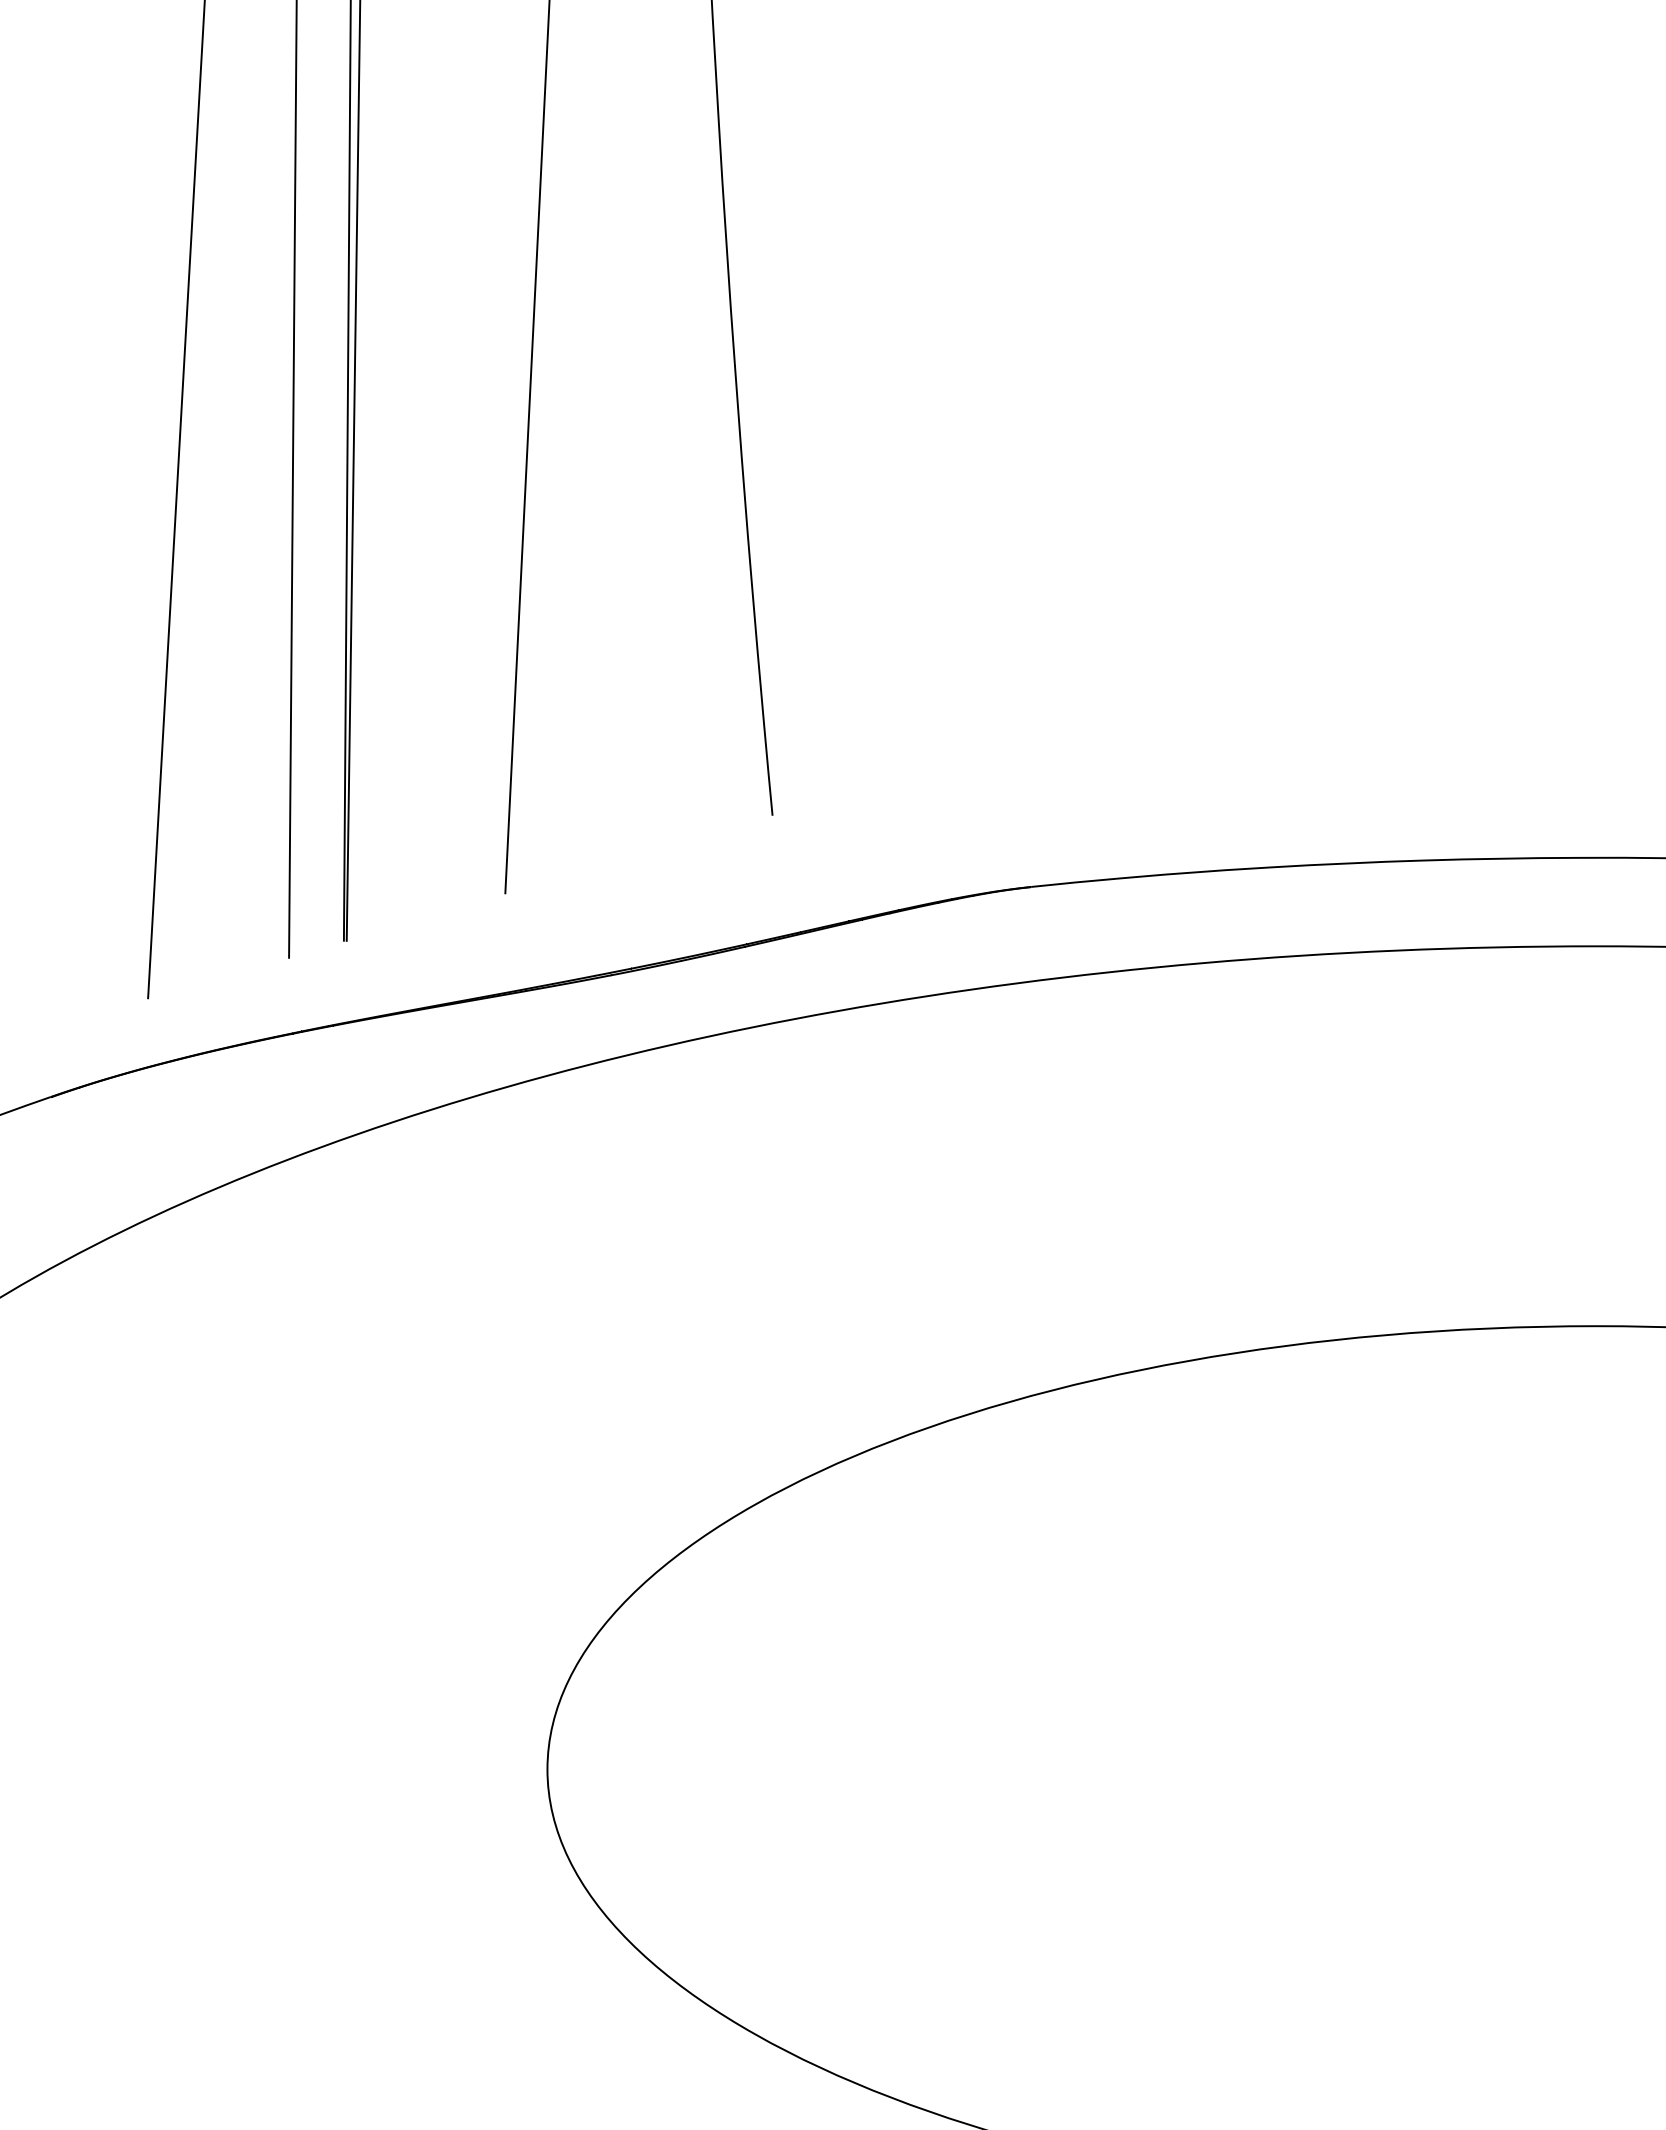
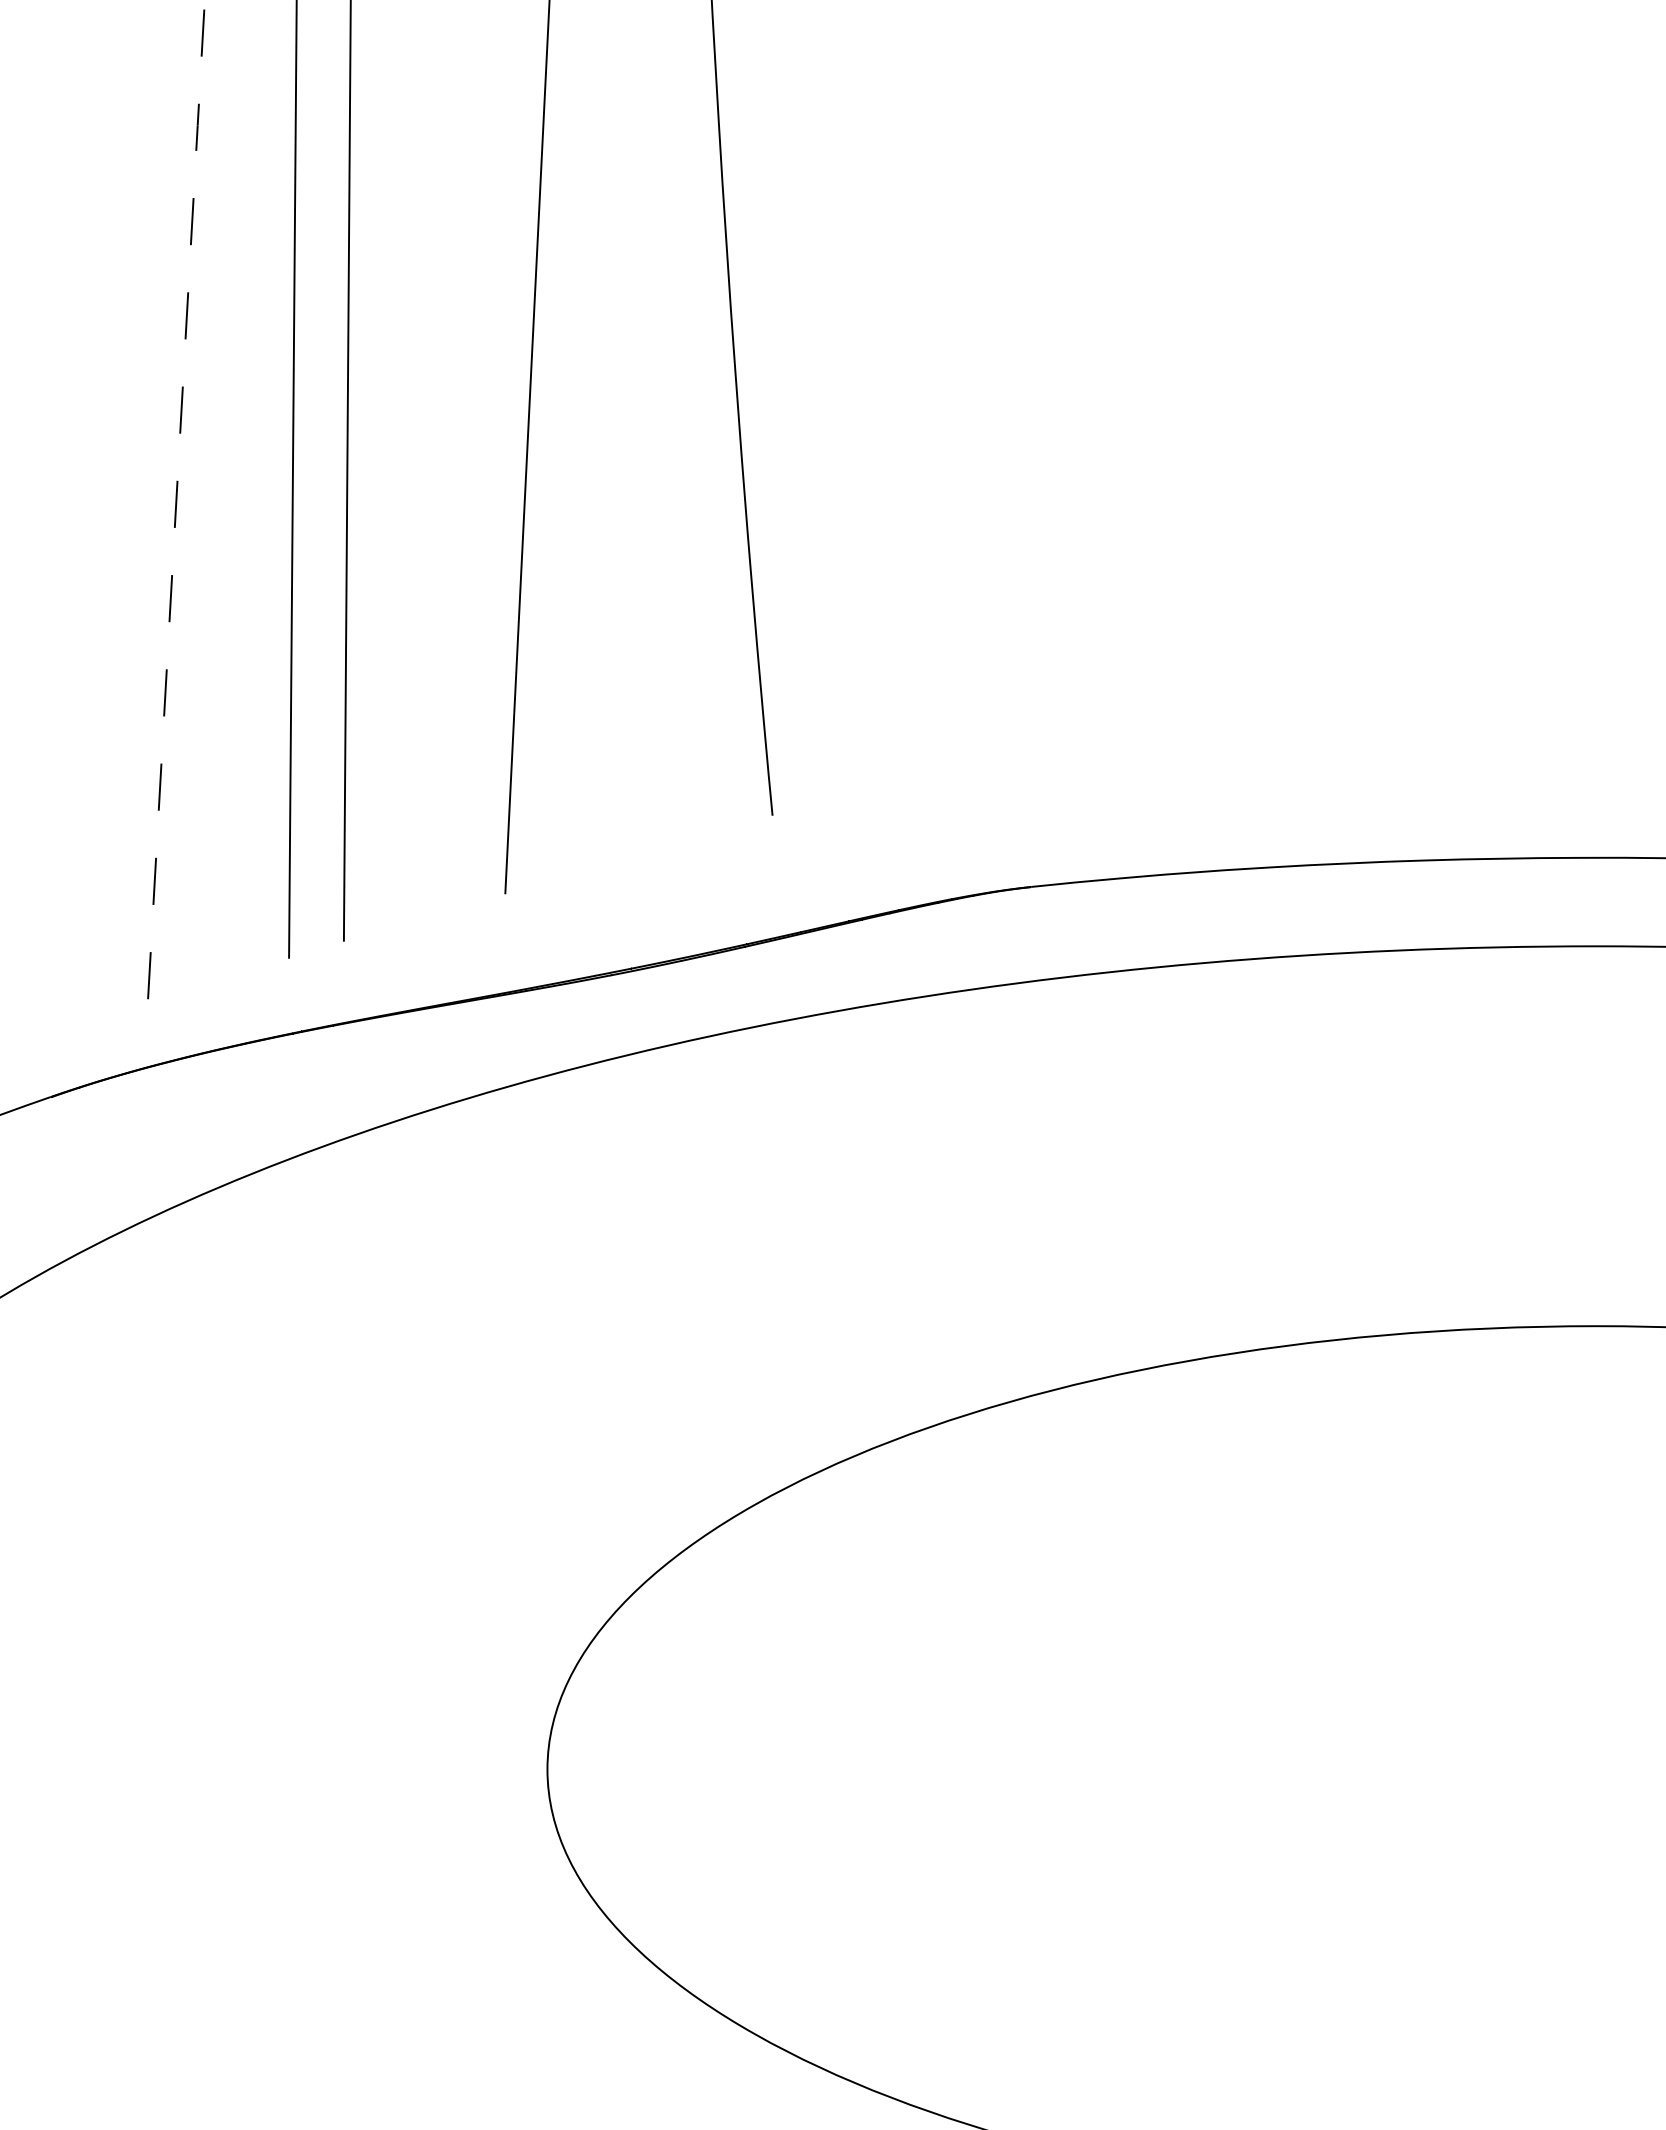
line at (353, 471): present -> none
line at (176, 499): solid -> dashed
